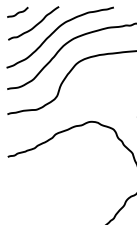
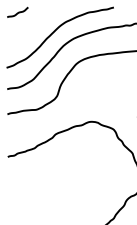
curve at (35, 24): present -> none
